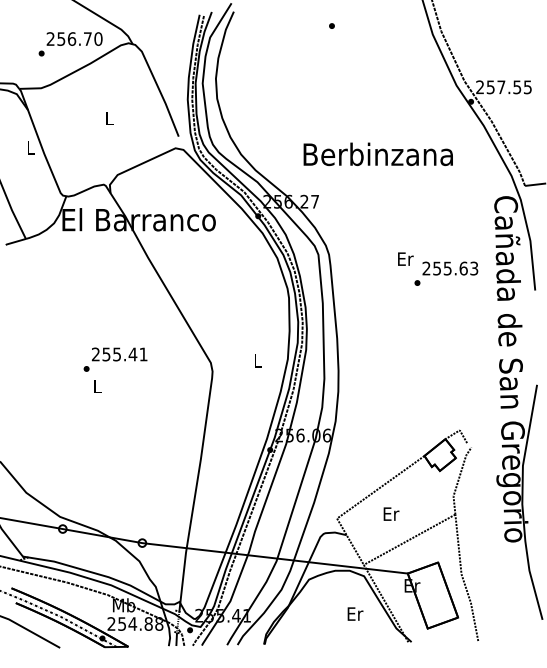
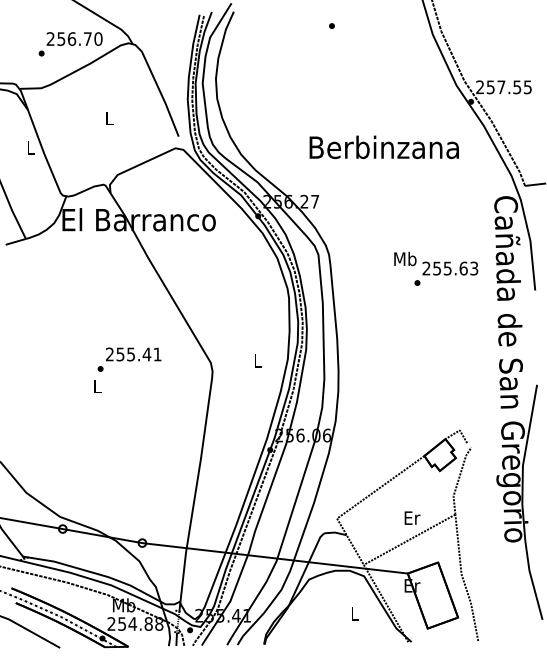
text at (377, 154) position: (377, 154) -> (383, 147)
text at (405, 258): Er -> Mb
text at (115, 359) position: (115, 359) -> (129, 359)
text at (391, 513) position: (391, 513) -> (412, 517)
text at (355, 613): Er -> L
